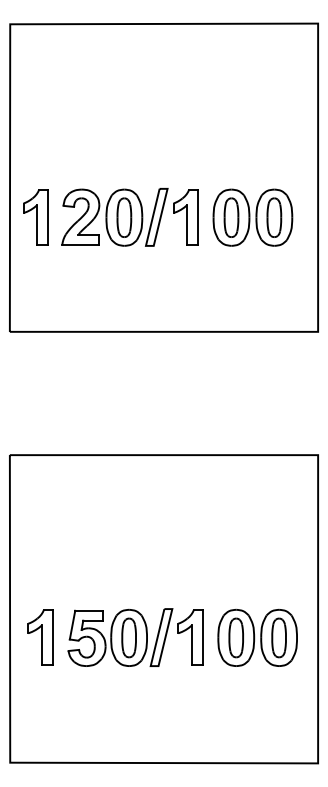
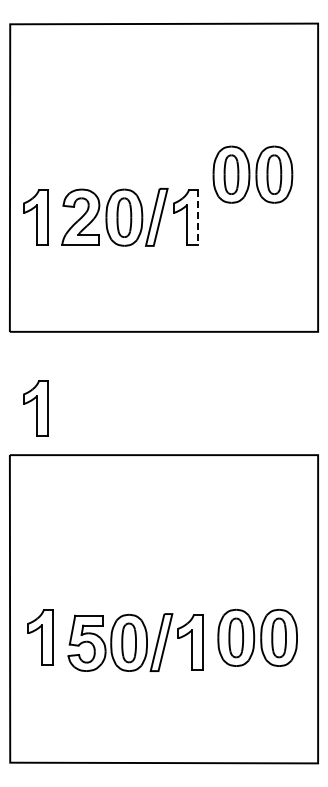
line at (197, 217): solid -> dashed
part at (252, 217) position: (252, 217) -> (252, 174)
part at (35, 408): none -> present
part at (135, 637) position: (135, 637) -> (135, 642)
